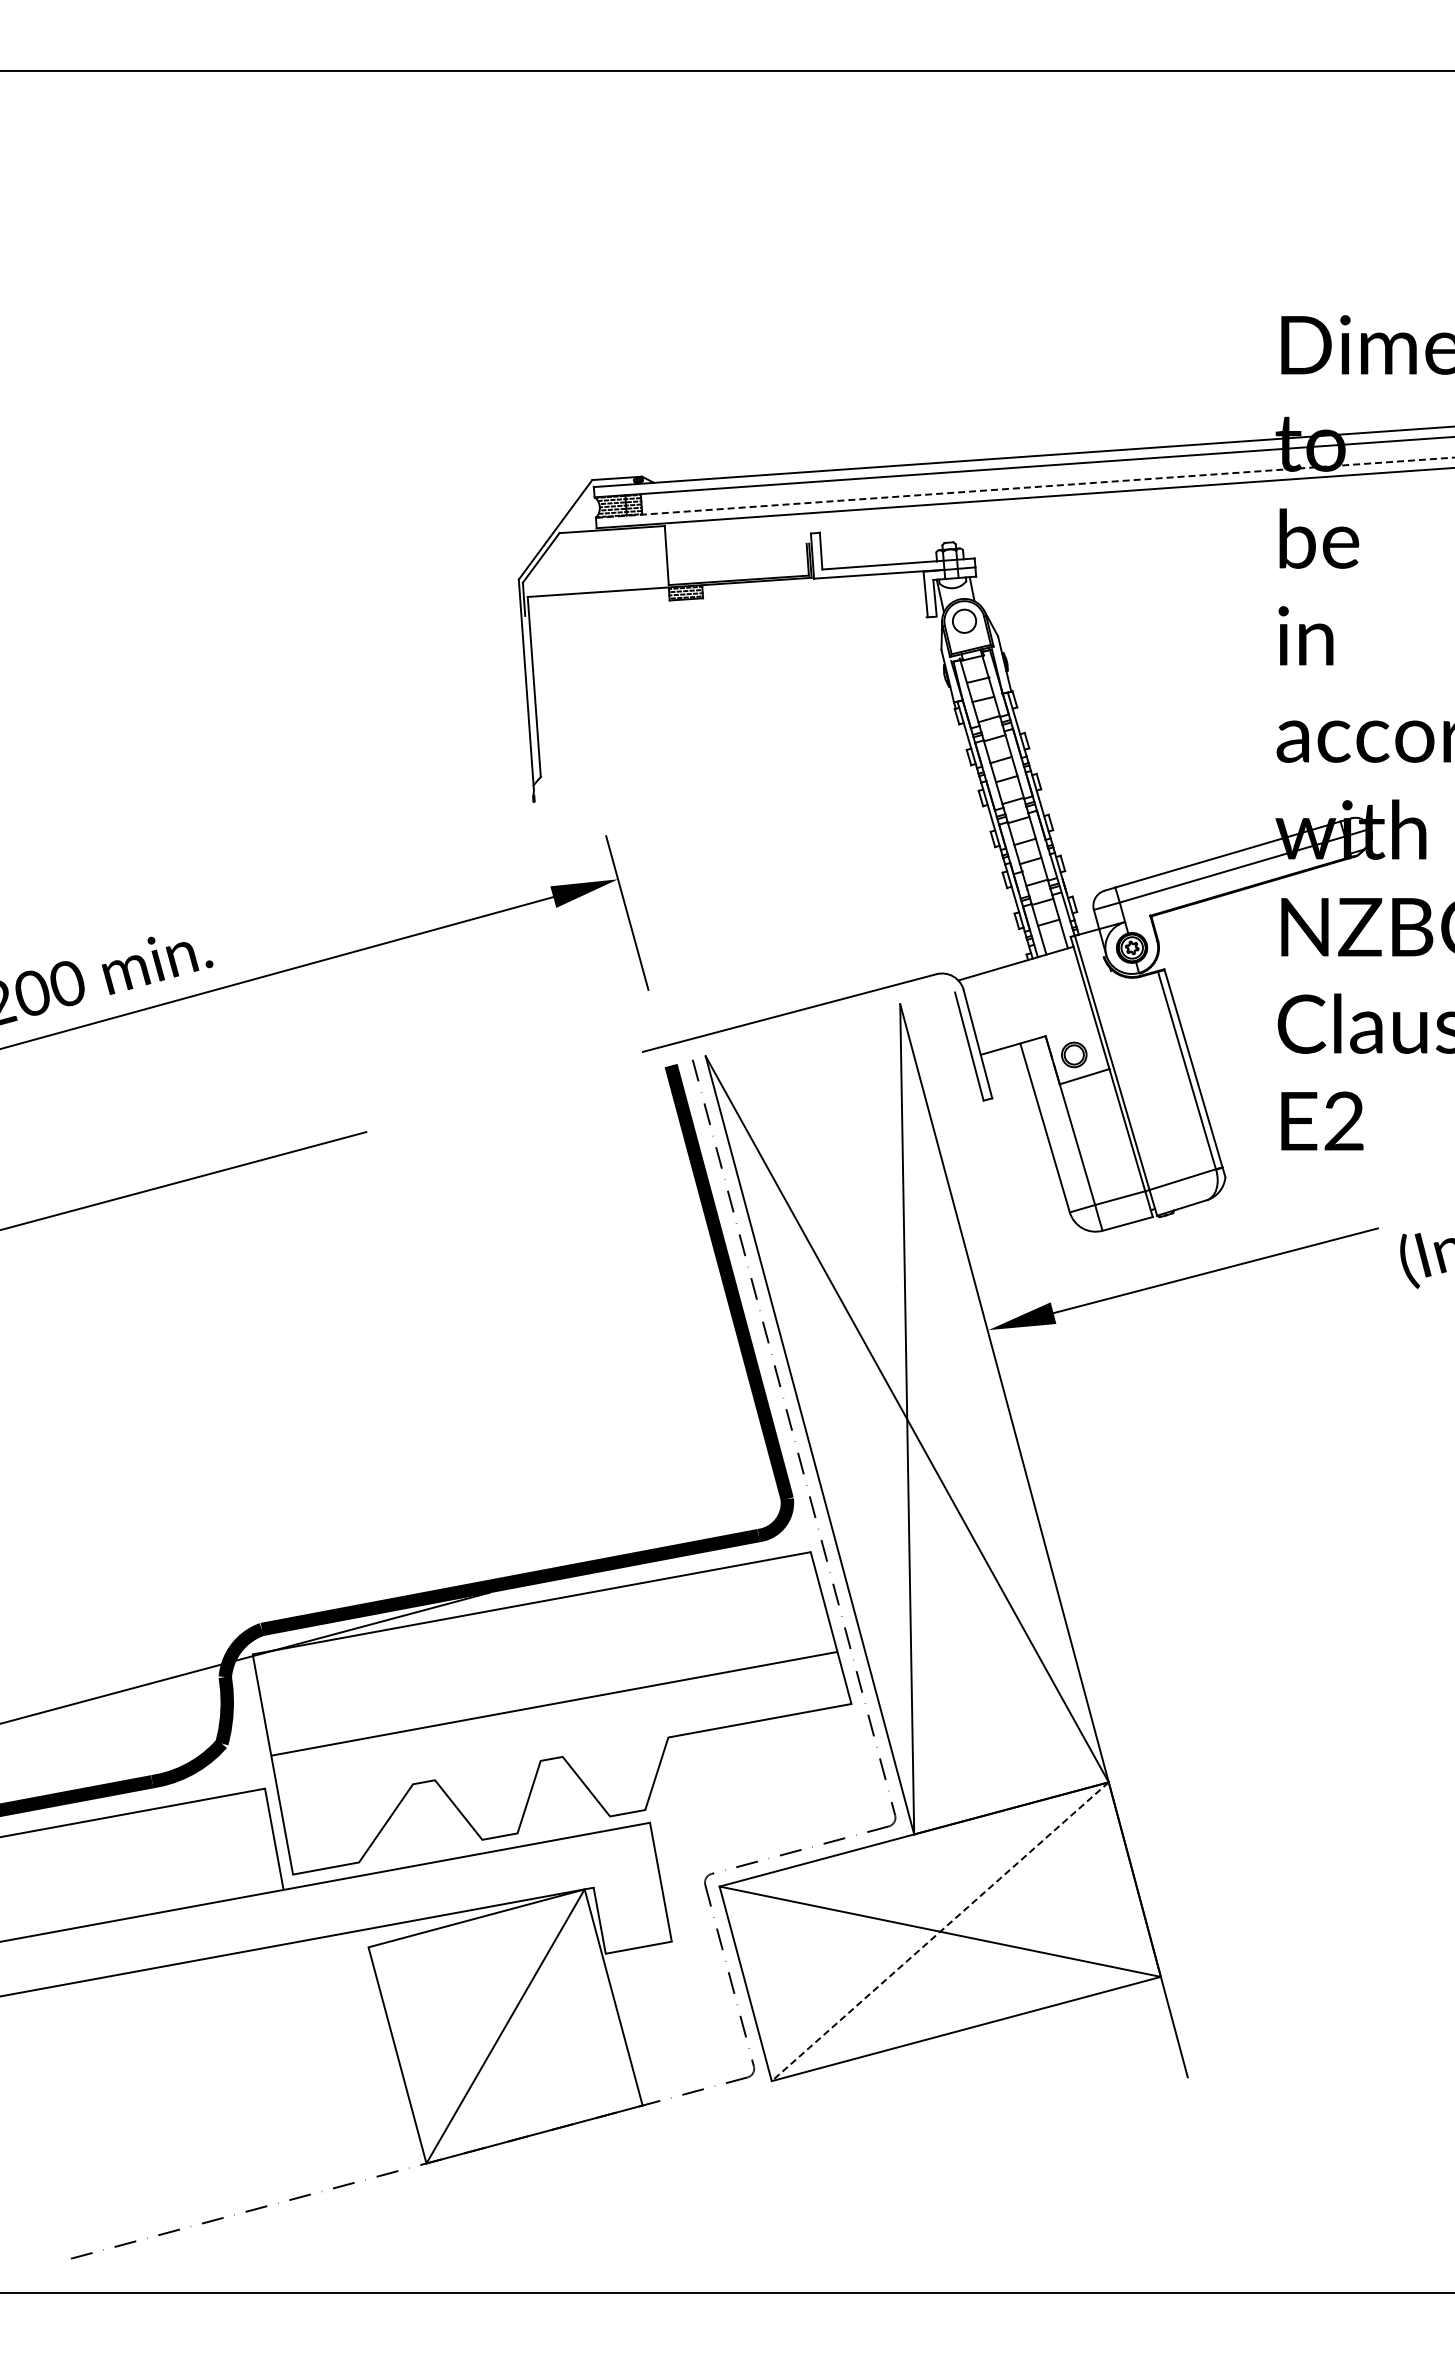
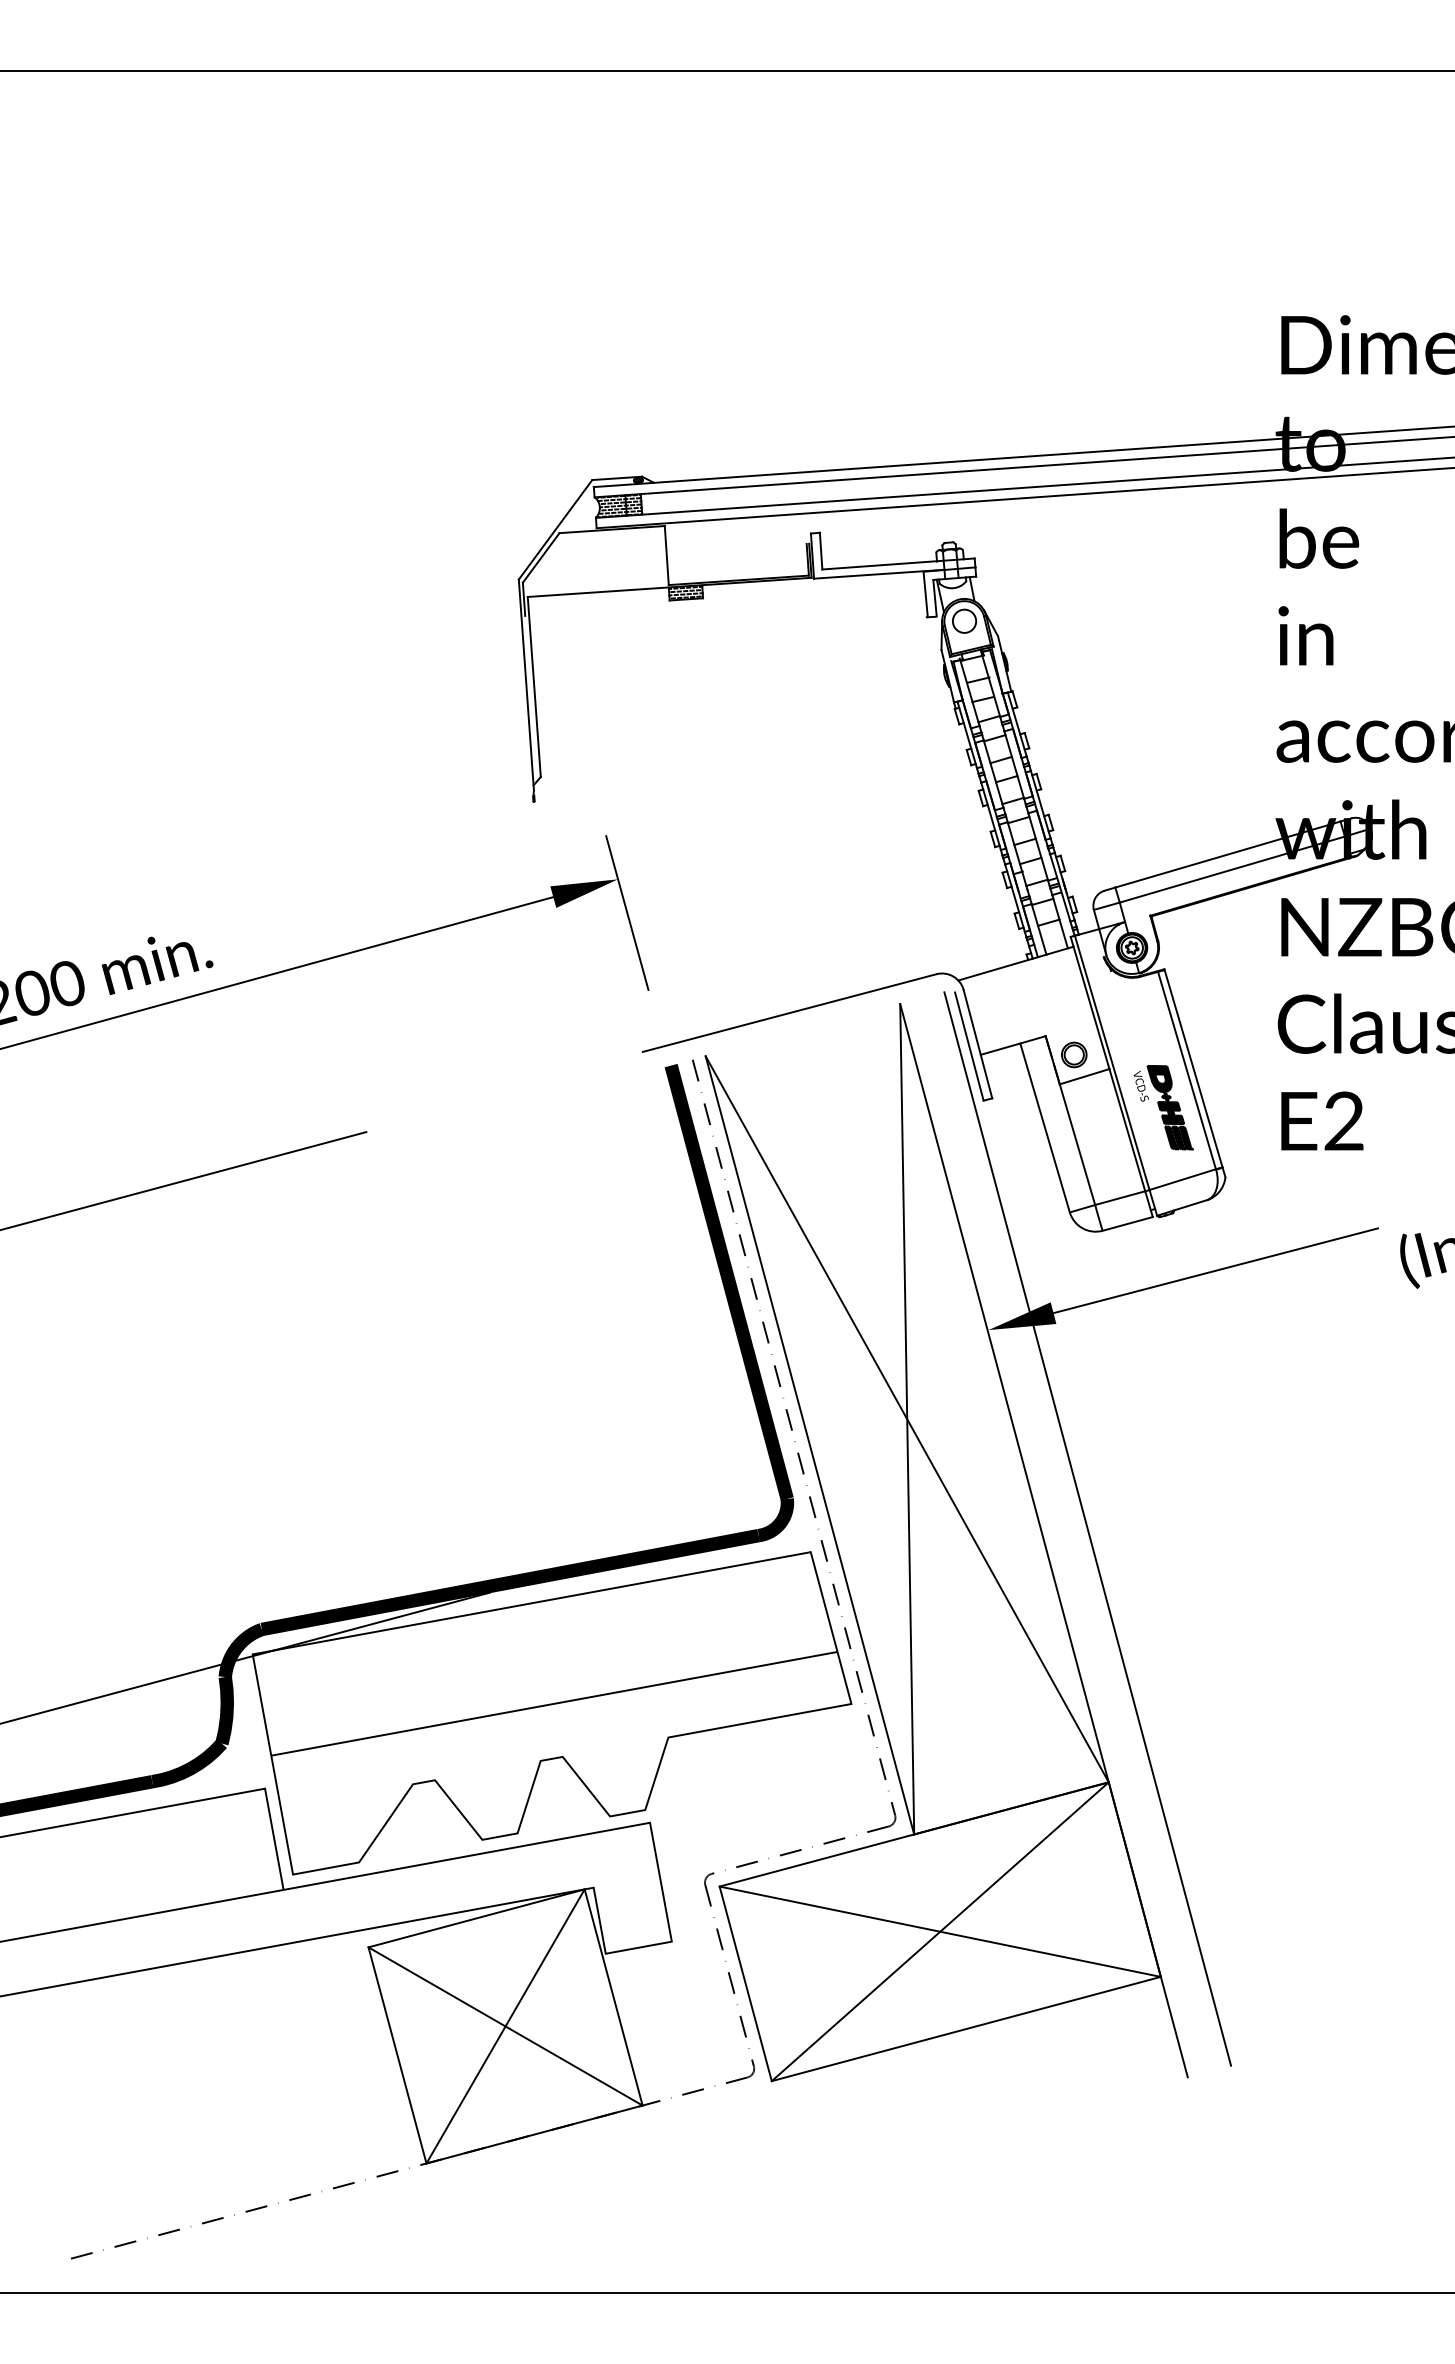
line at (1025, 487): dashed -> solid
part at (1163, 1107): none -> present
line at (1087, 1528): none -> present
line at (939, 1932): dashed -> solid
line at (505, 2026): none -> present
